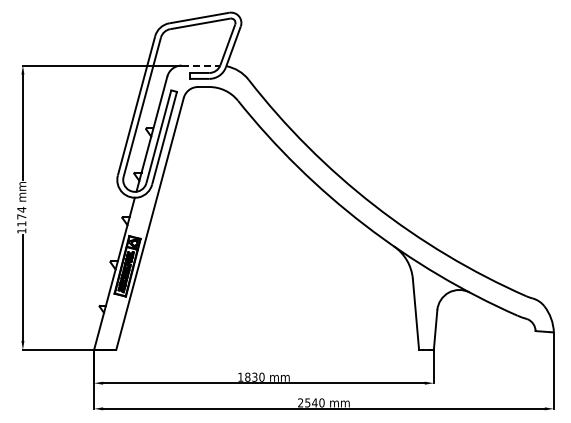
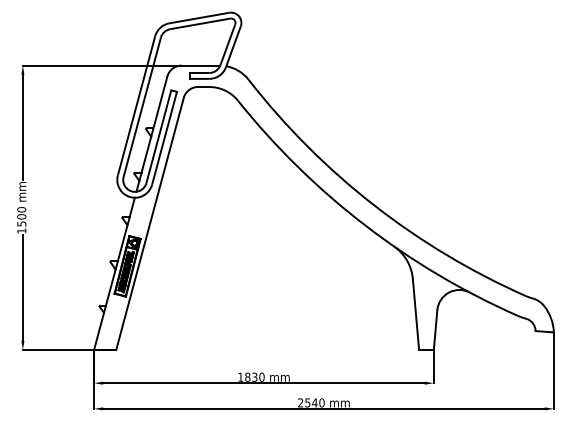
line at (200, 65): dashed -> solid
text at (21, 216): 1174 -> 1500
